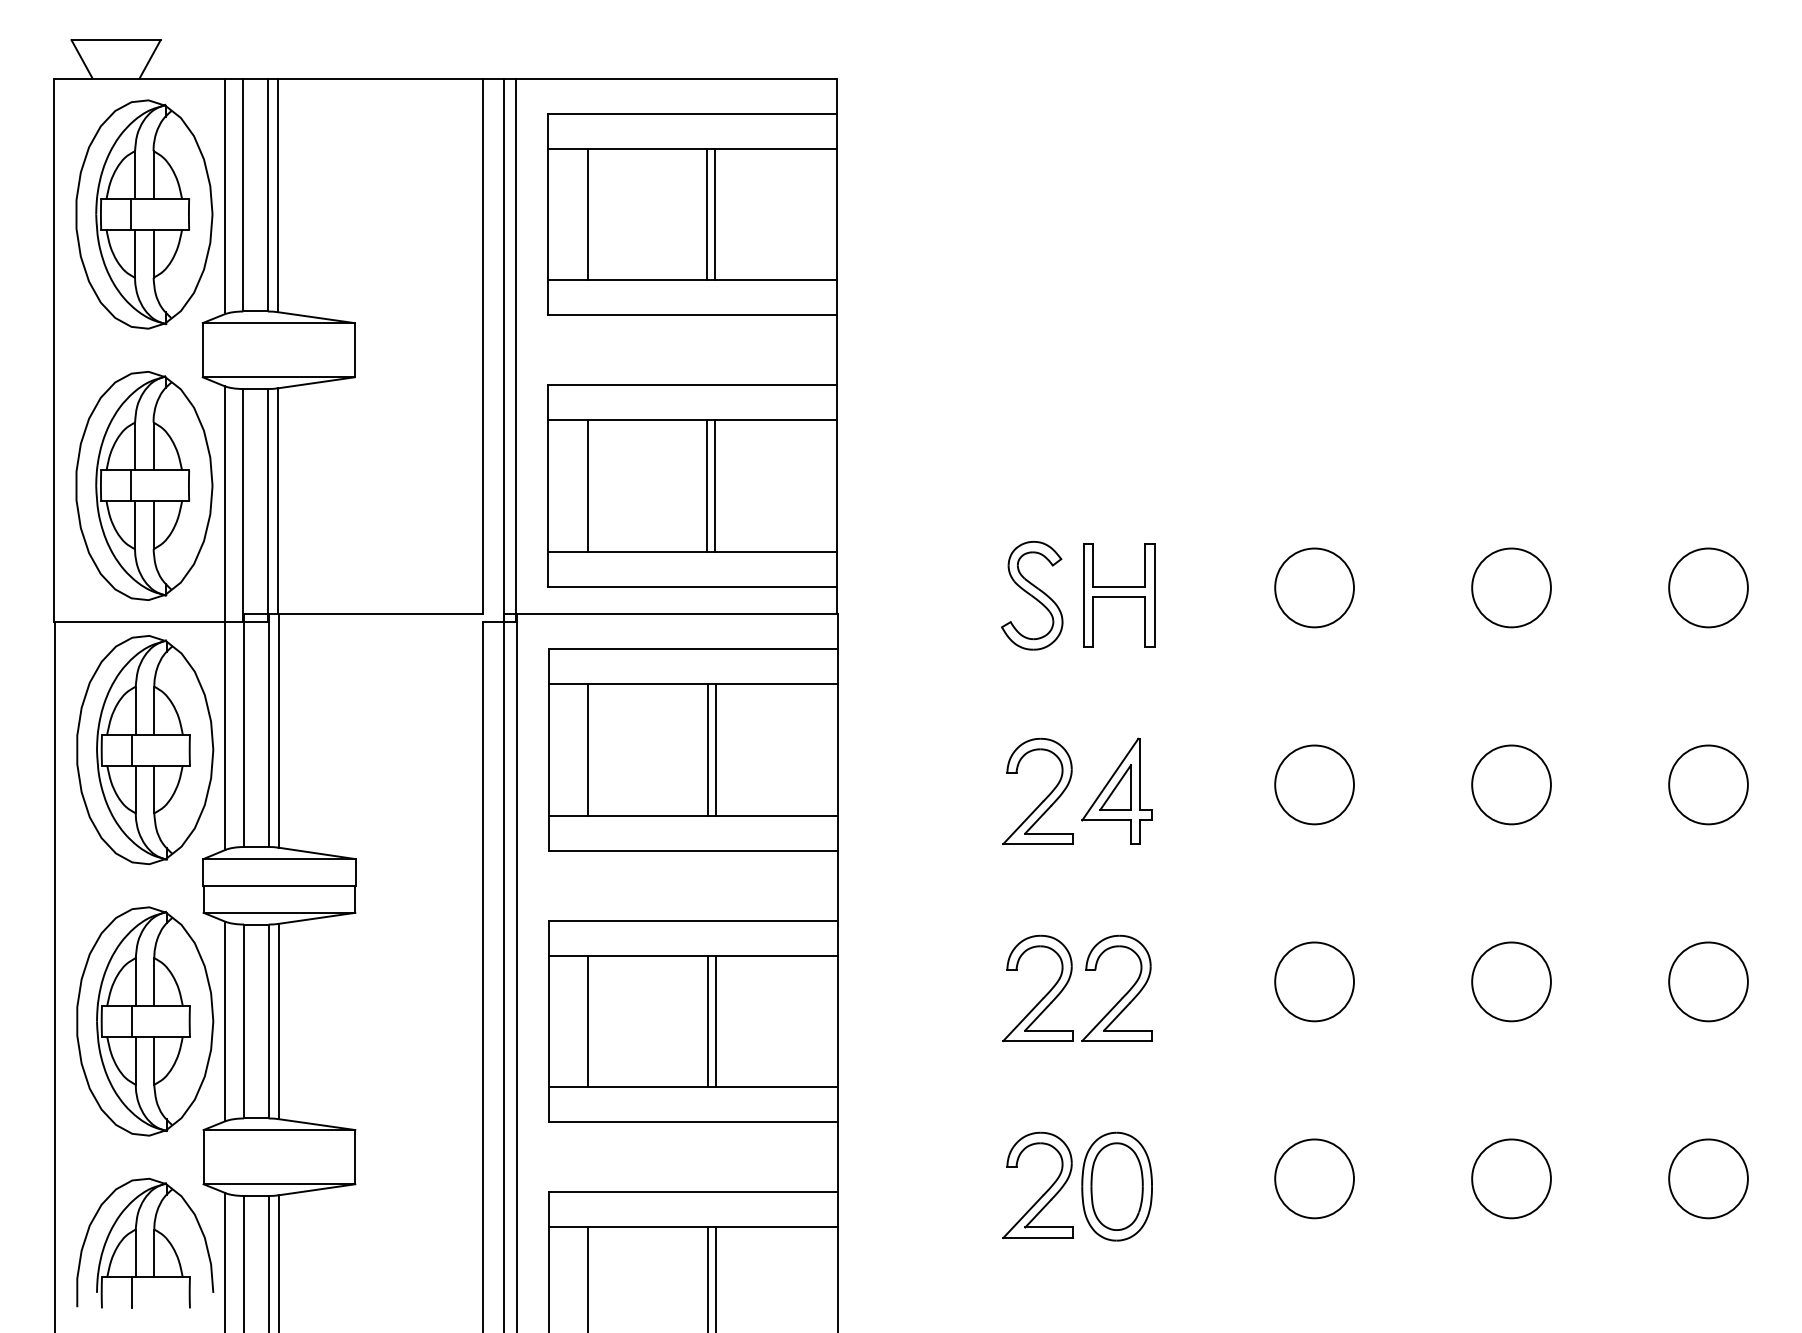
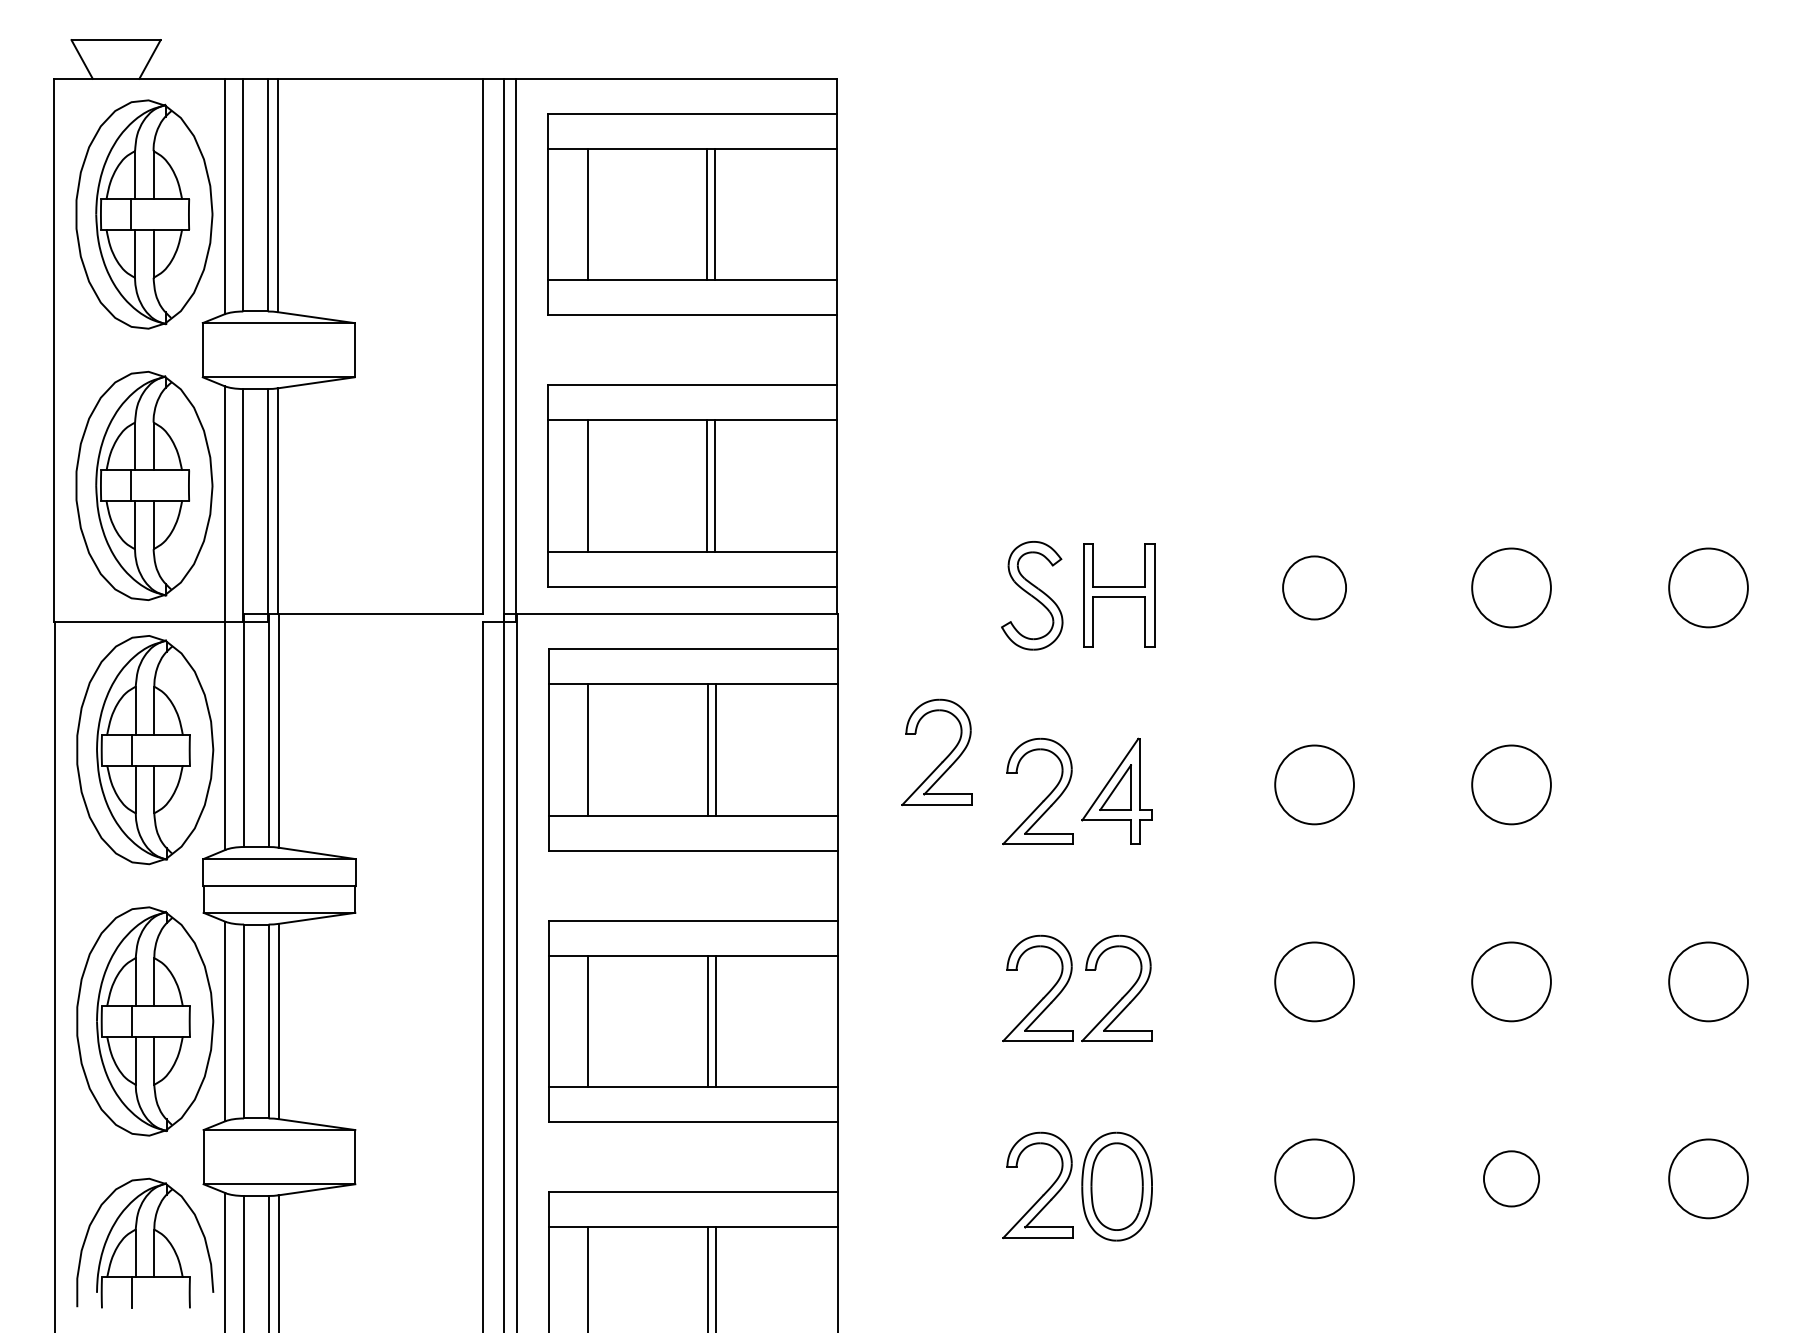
circle at (1314, 587) diameter: 79 px -> 63 px
part at (943, 759): none -> present
circle at (1708, 784): present -> none
circle at (1511, 1178) diameter: 79 px -> 55 px
